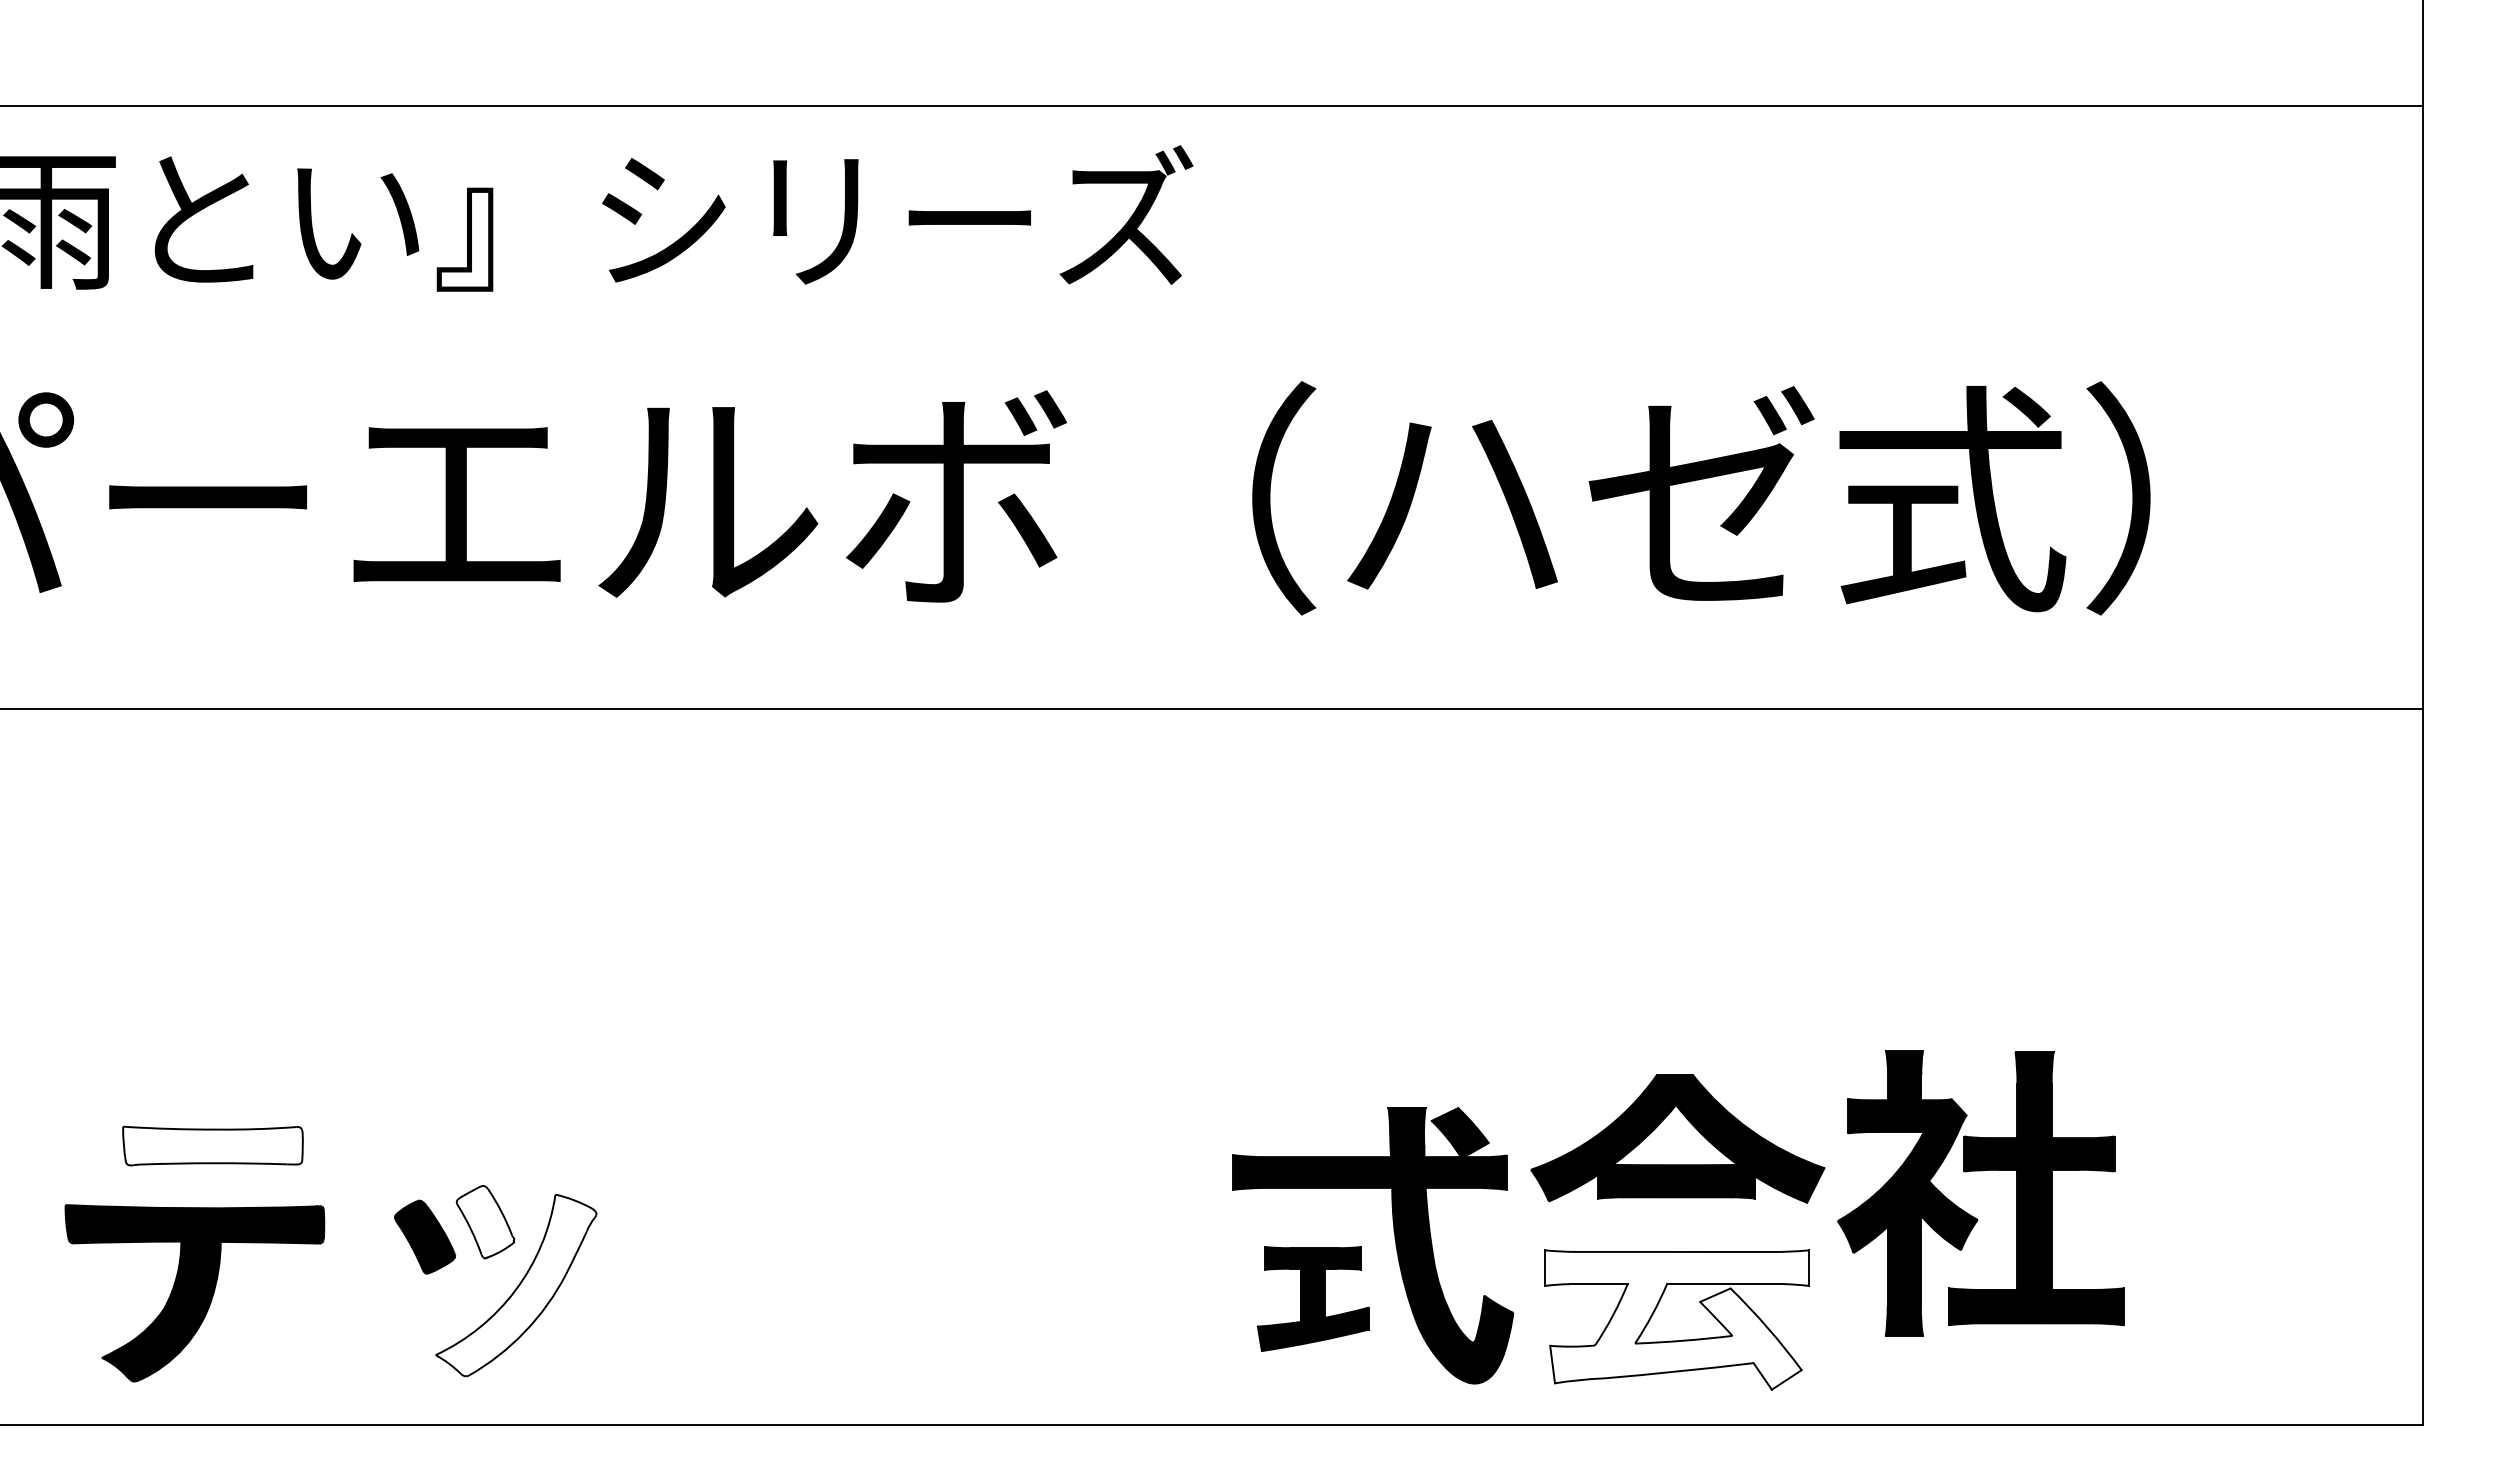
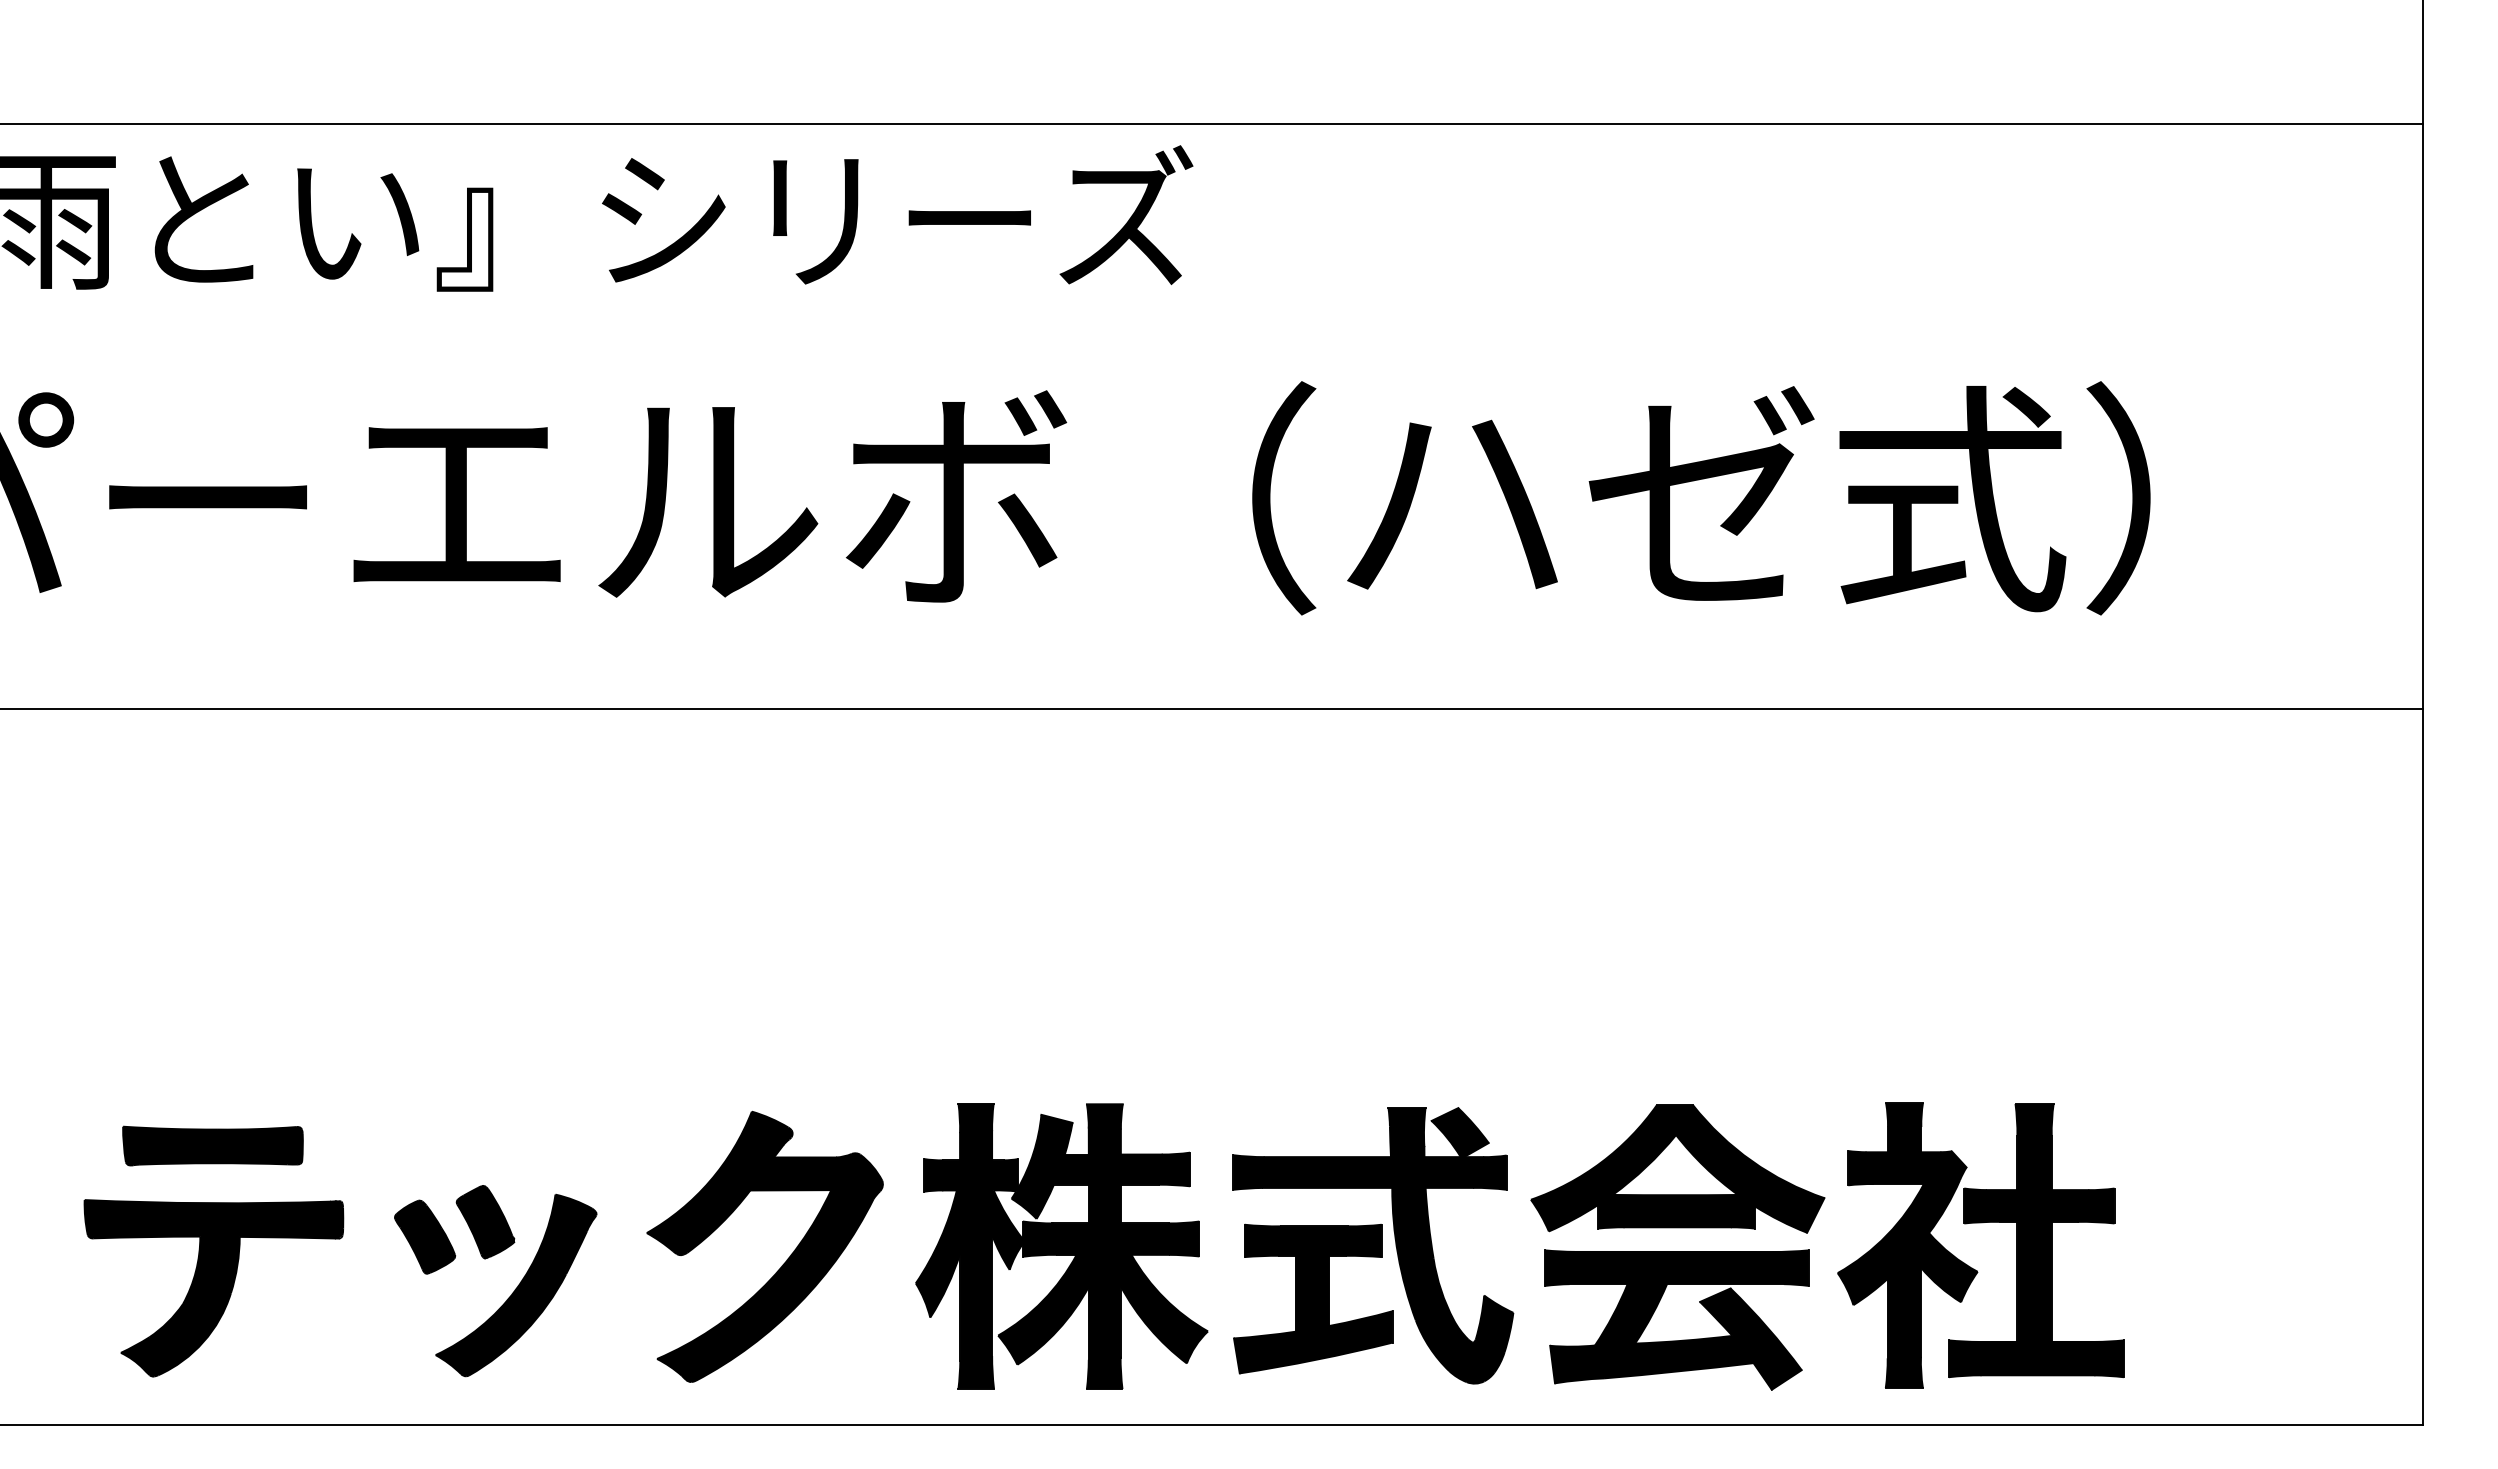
line at (1212, 105) position: (1212, 105) -> (1212, 123)
part at (1677, 1138) position: (1677, 1138) -> (1677, 1168)
fill at (212, 1145): none -> present
part at (1980, 1171) position: (1980, 1171) -> (1980, 1223)
fill at (485, 1221): none -> present
part at (1061, 1246): none -> present
part at (782, 1264): none -> present
fill at (515, 1285): none -> present
part at (194, 1293) position: (194, 1293) -> (213, 1288)
part at (1312, 1298) size: 114x106 px -> 161x152 px
fill at (1676, 1319): none -> present
